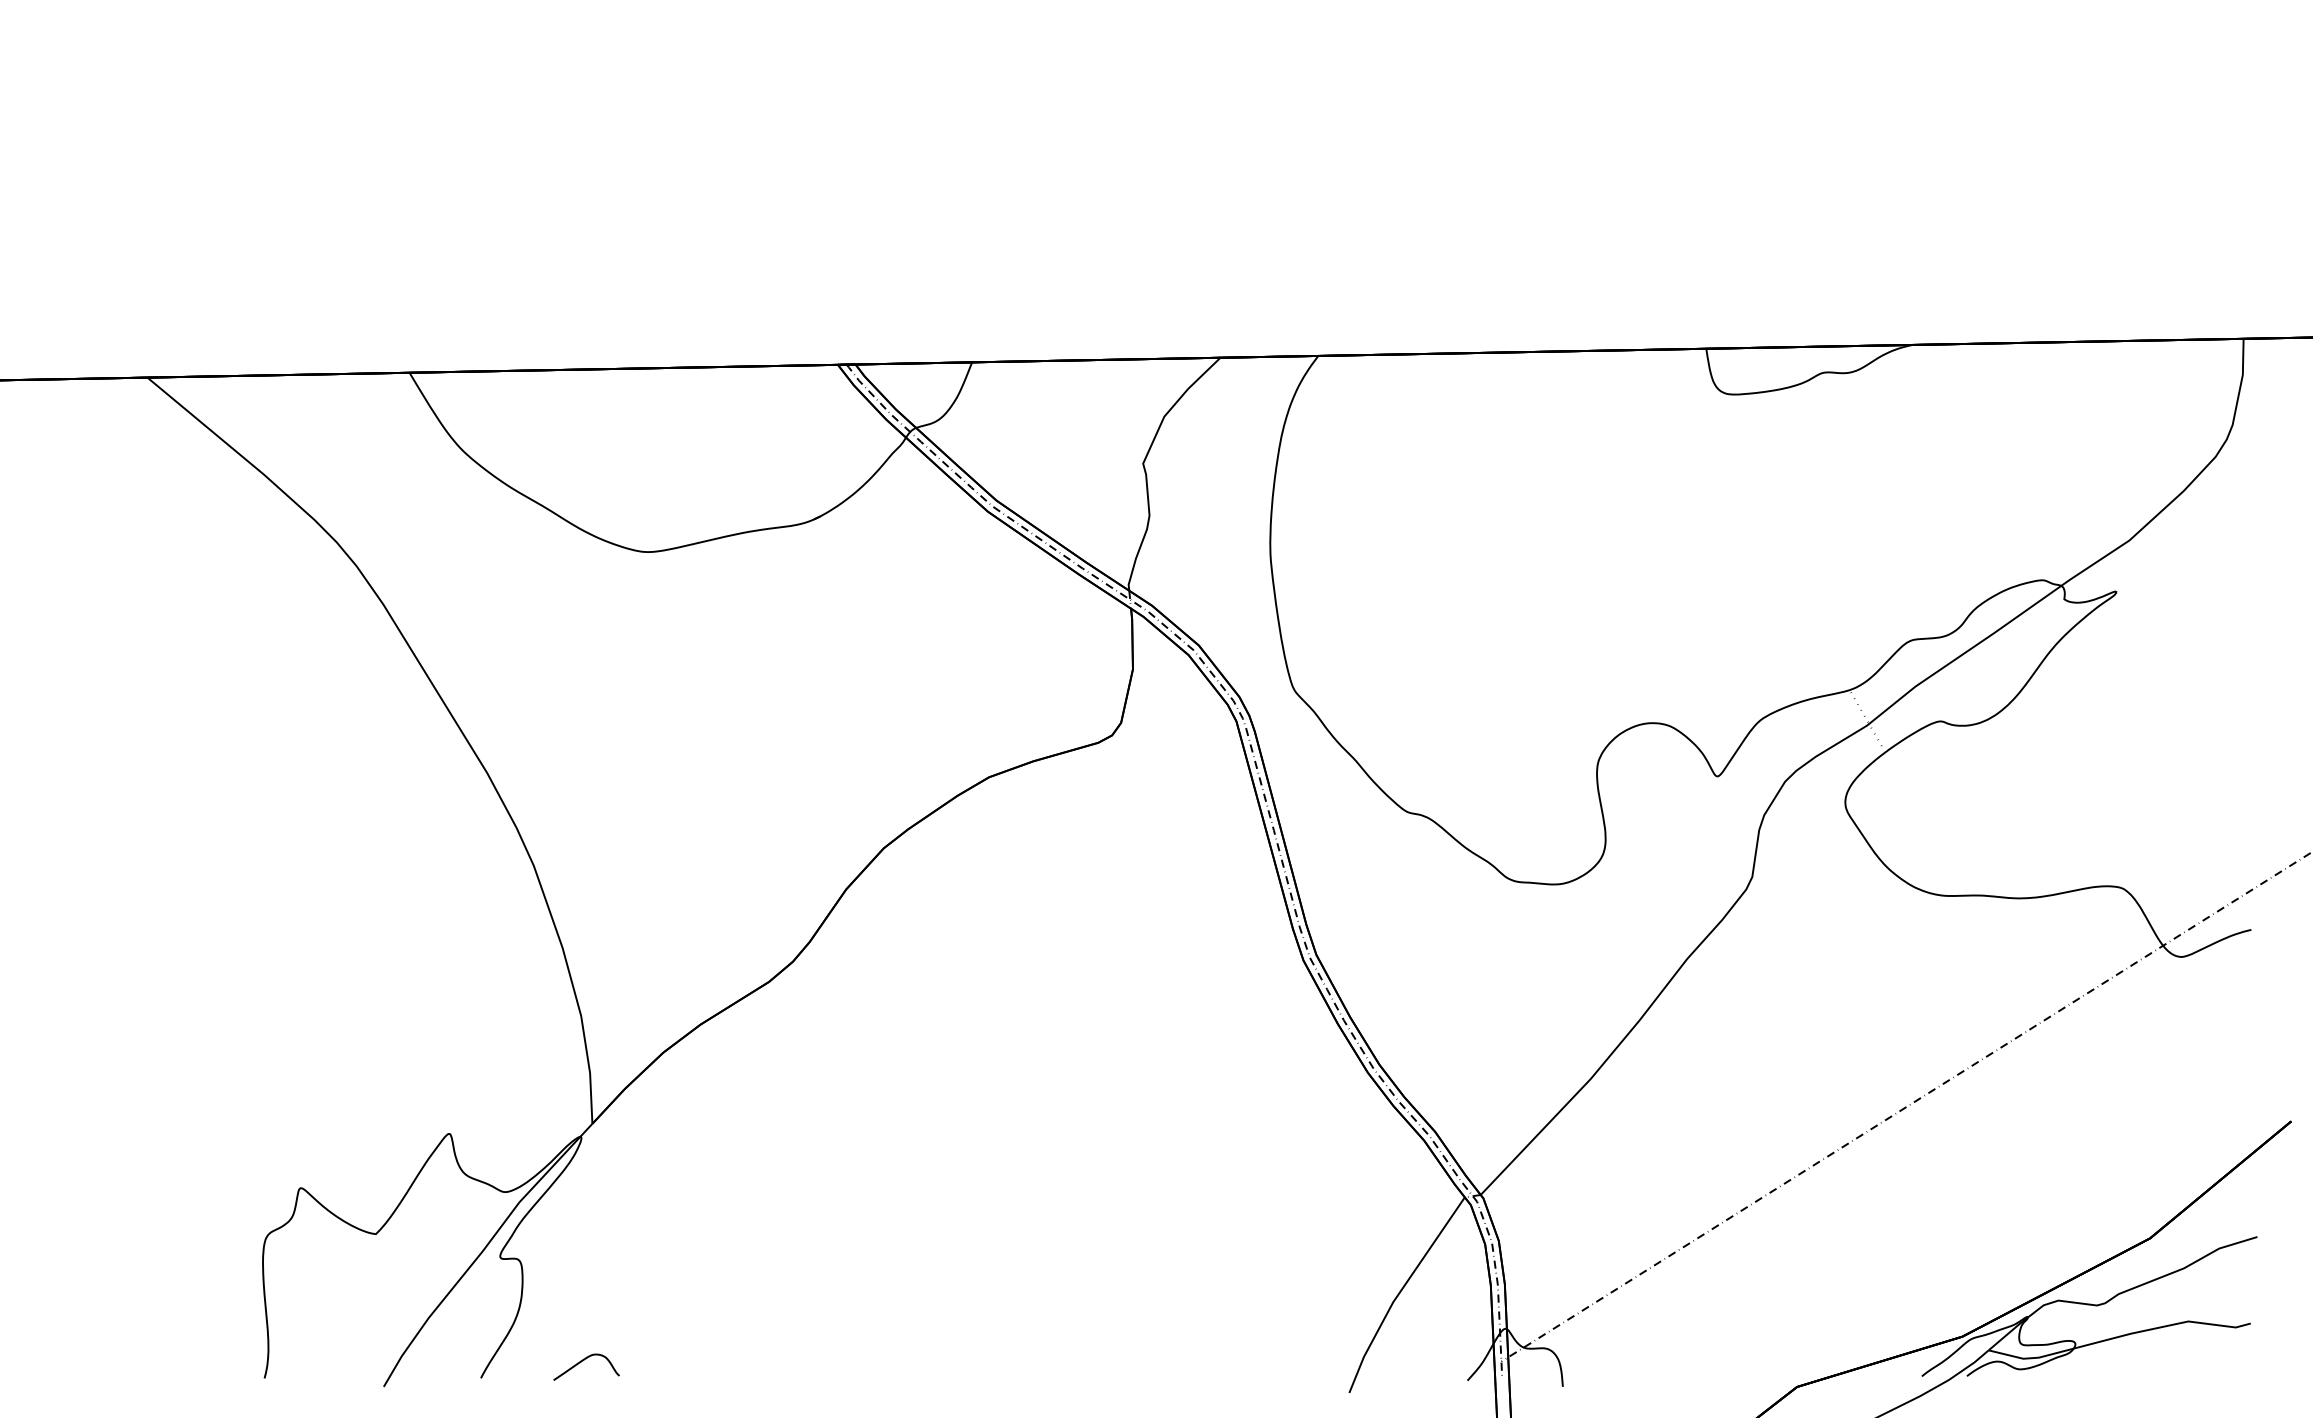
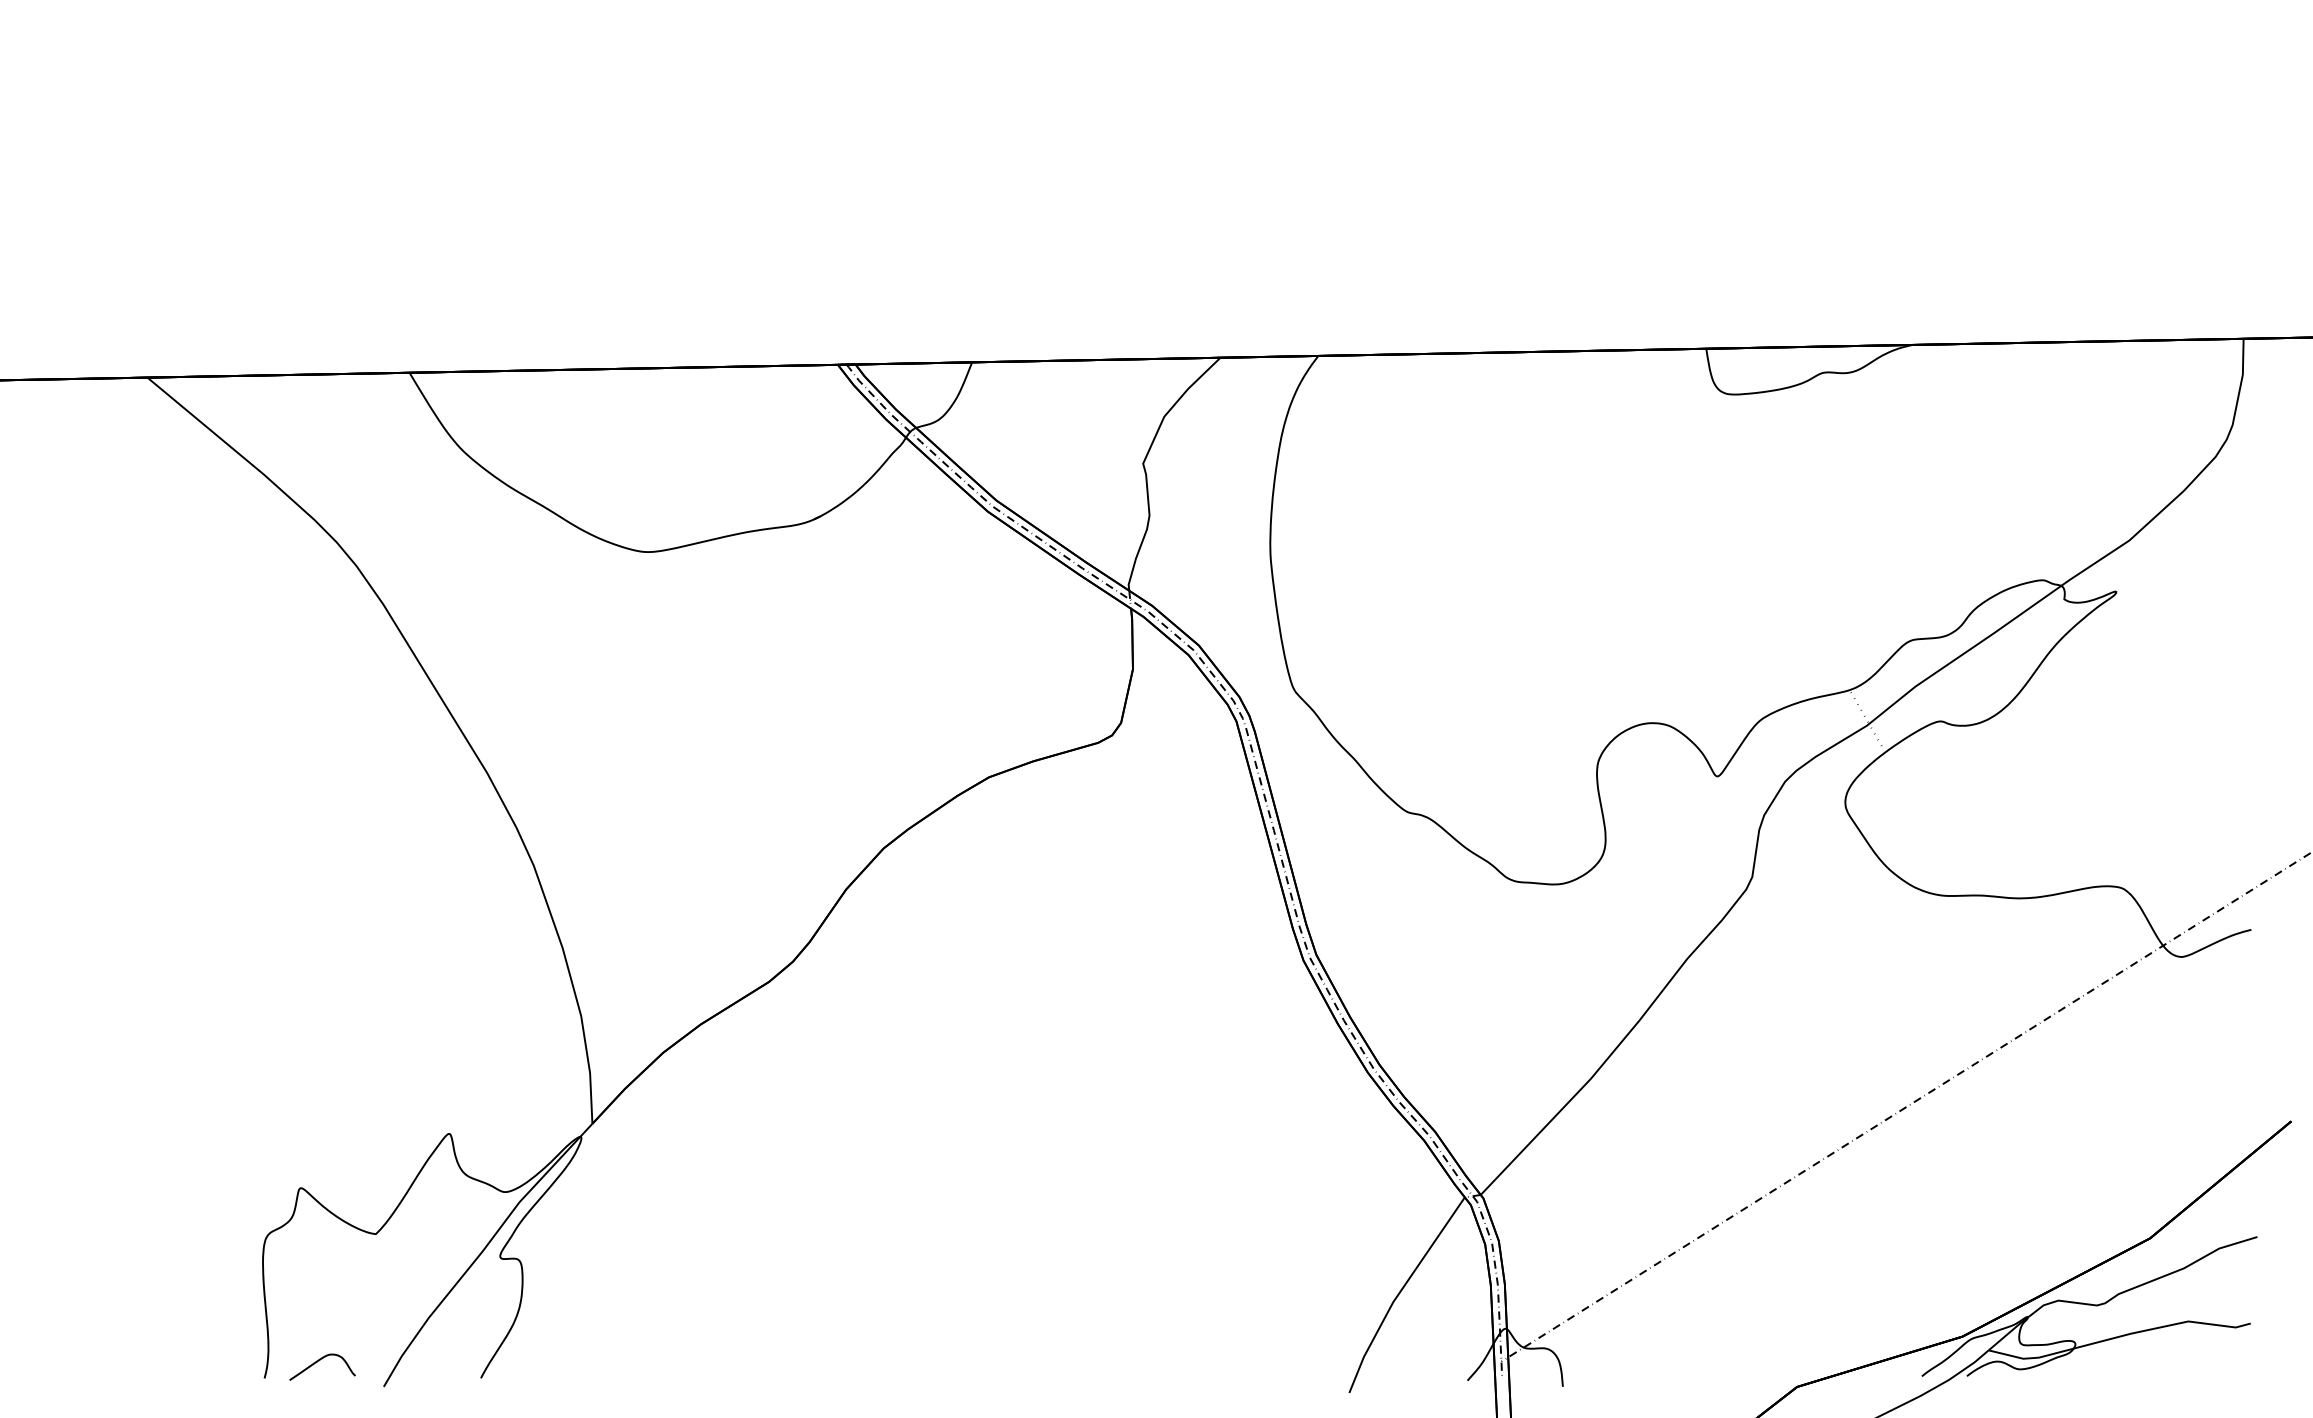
curve at (583, 1361) position: (583, 1361) -> (319, 1361)
